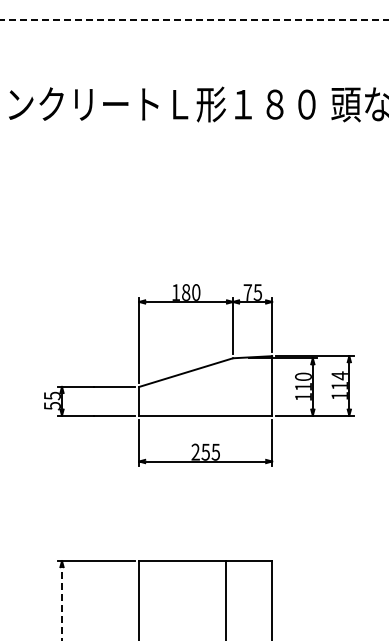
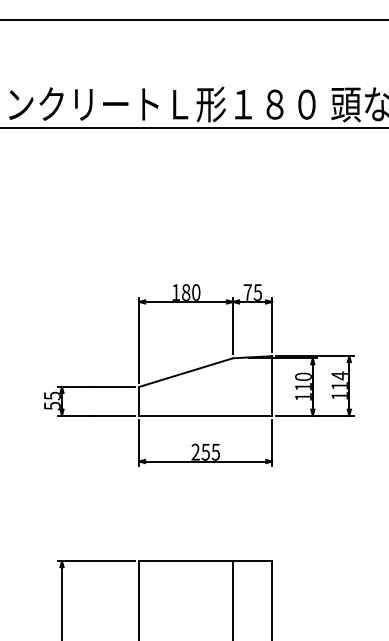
line at (194, 19): dashed -> solid
line at (193, 127): none -> present
line at (226, 599) position: (226, 599) -> (233, 599)
line at (62, 601): dashed -> solid
